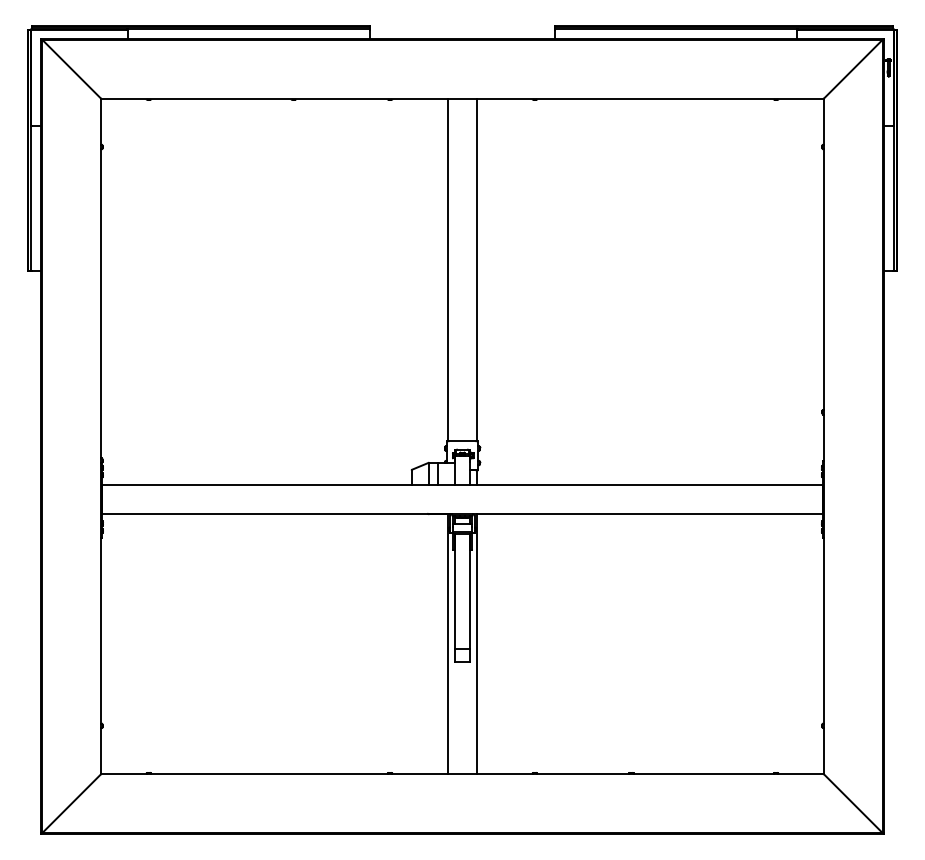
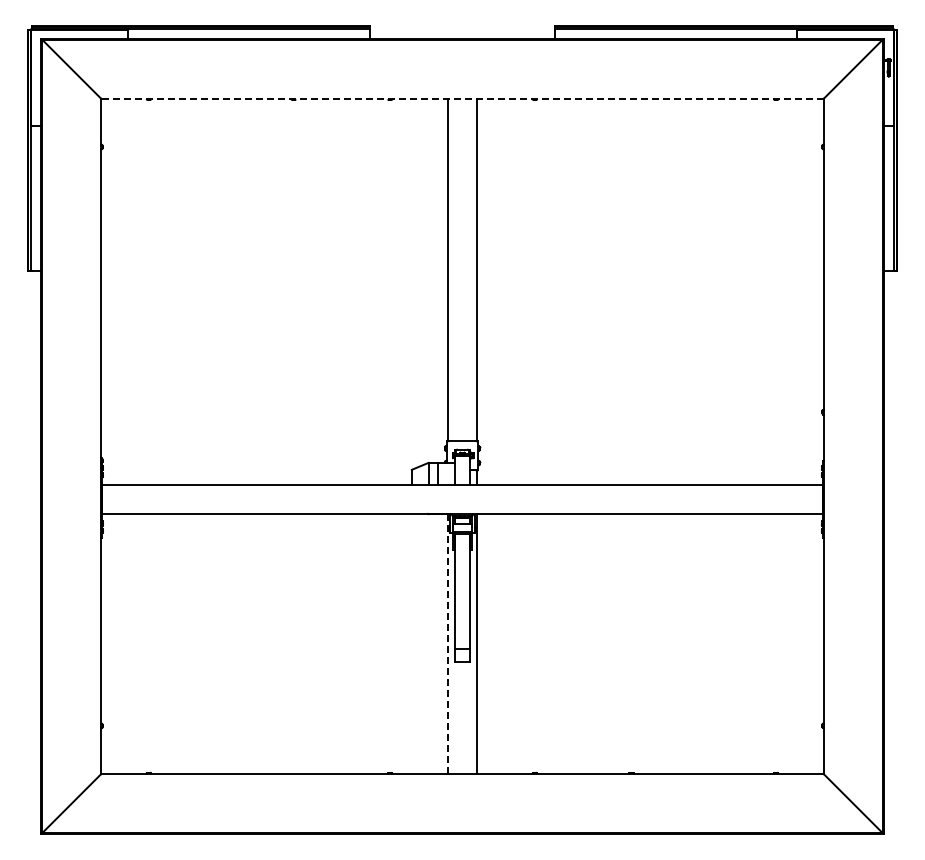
line at (462, 98): solid -> dashed
line at (447, 643): solid -> dashed
